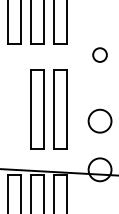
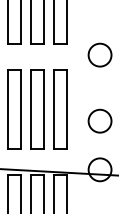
circle at (99, 54) size: 16x16 px -> 26x26 px
part at (14, 109): none -> present
